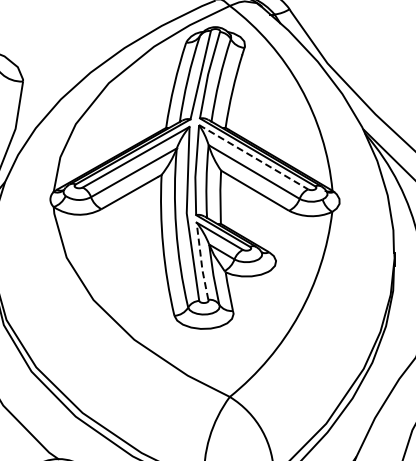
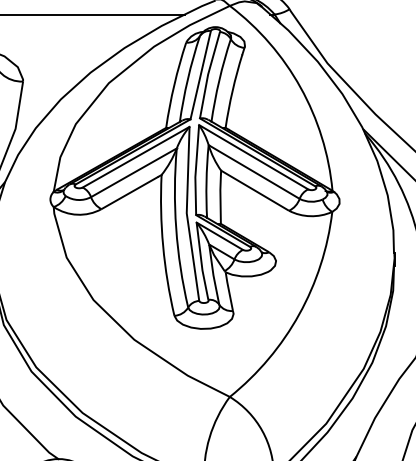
line at (93, 14): none -> present
line at (254, 157): dashed -> solid
line at (201, 261): dashed -> solid
